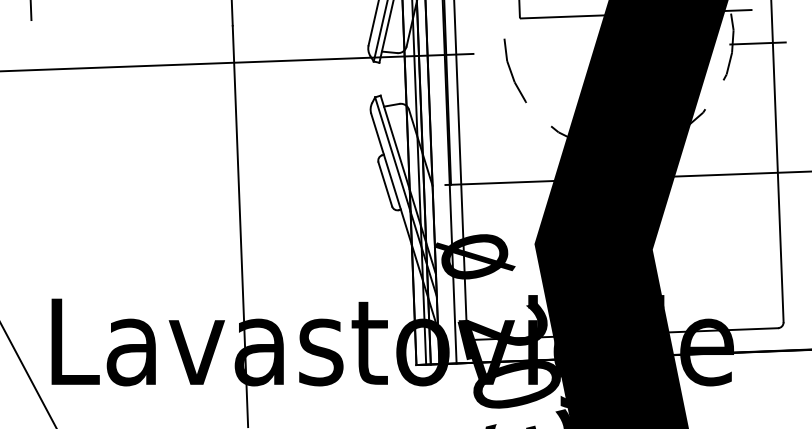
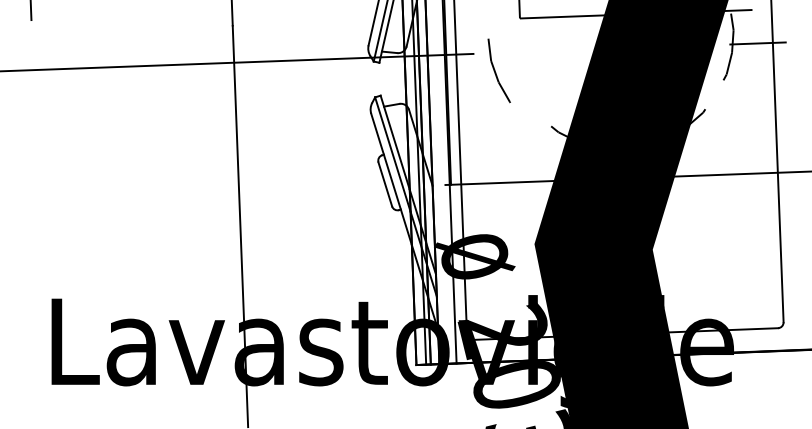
part at (514, 70) position: (514, 70) -> (498, 70)
line at (28, 375): present -> none
